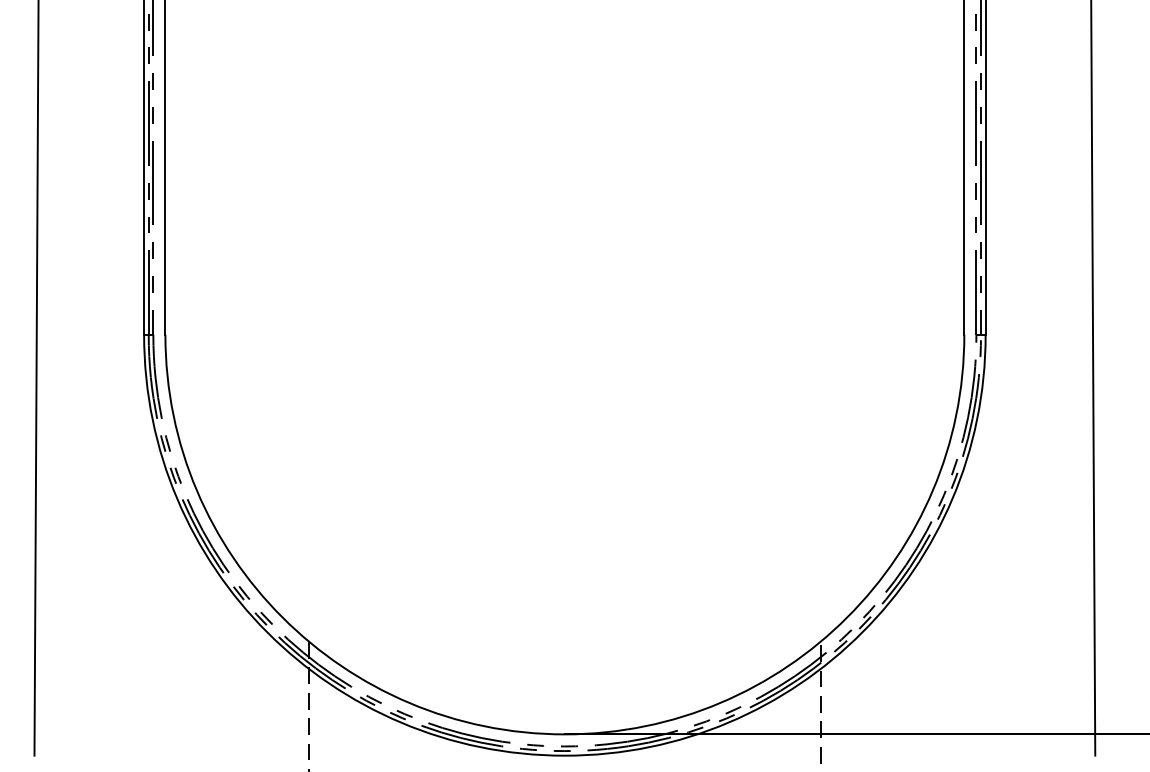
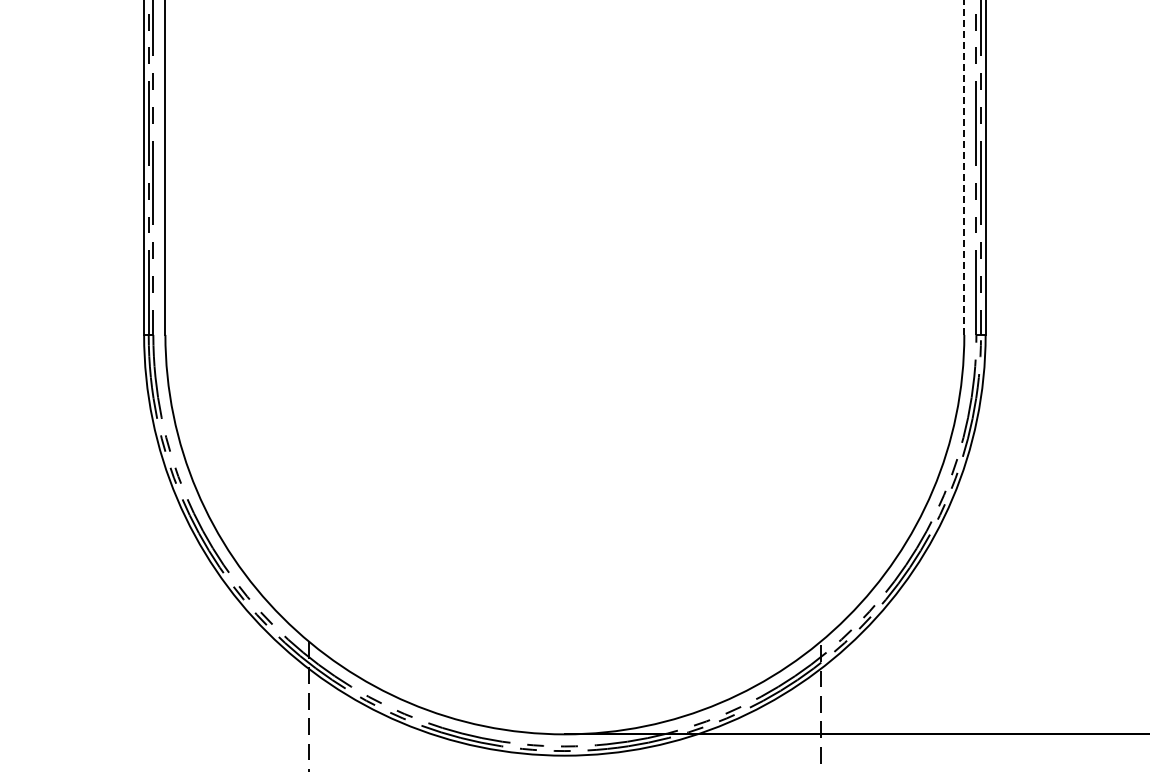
line at (964, 167): solid -> dashed
line at (36, 378): present -> none
line at (1093, 378): present -> none
